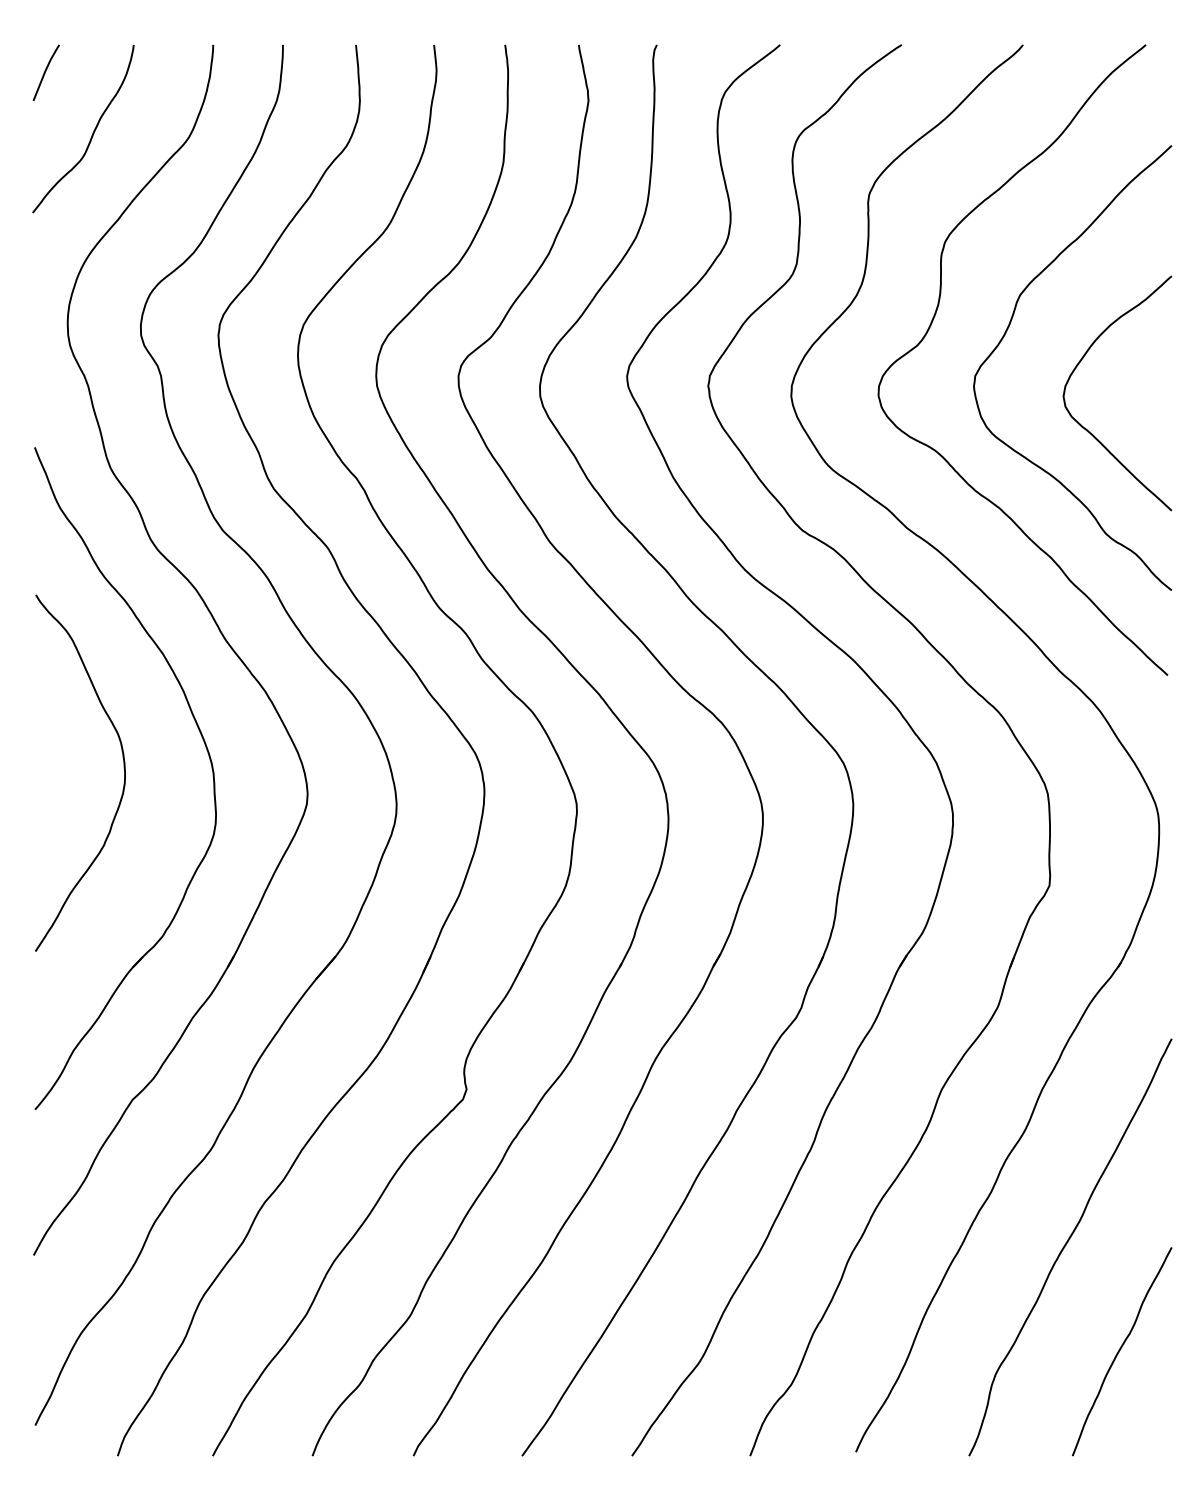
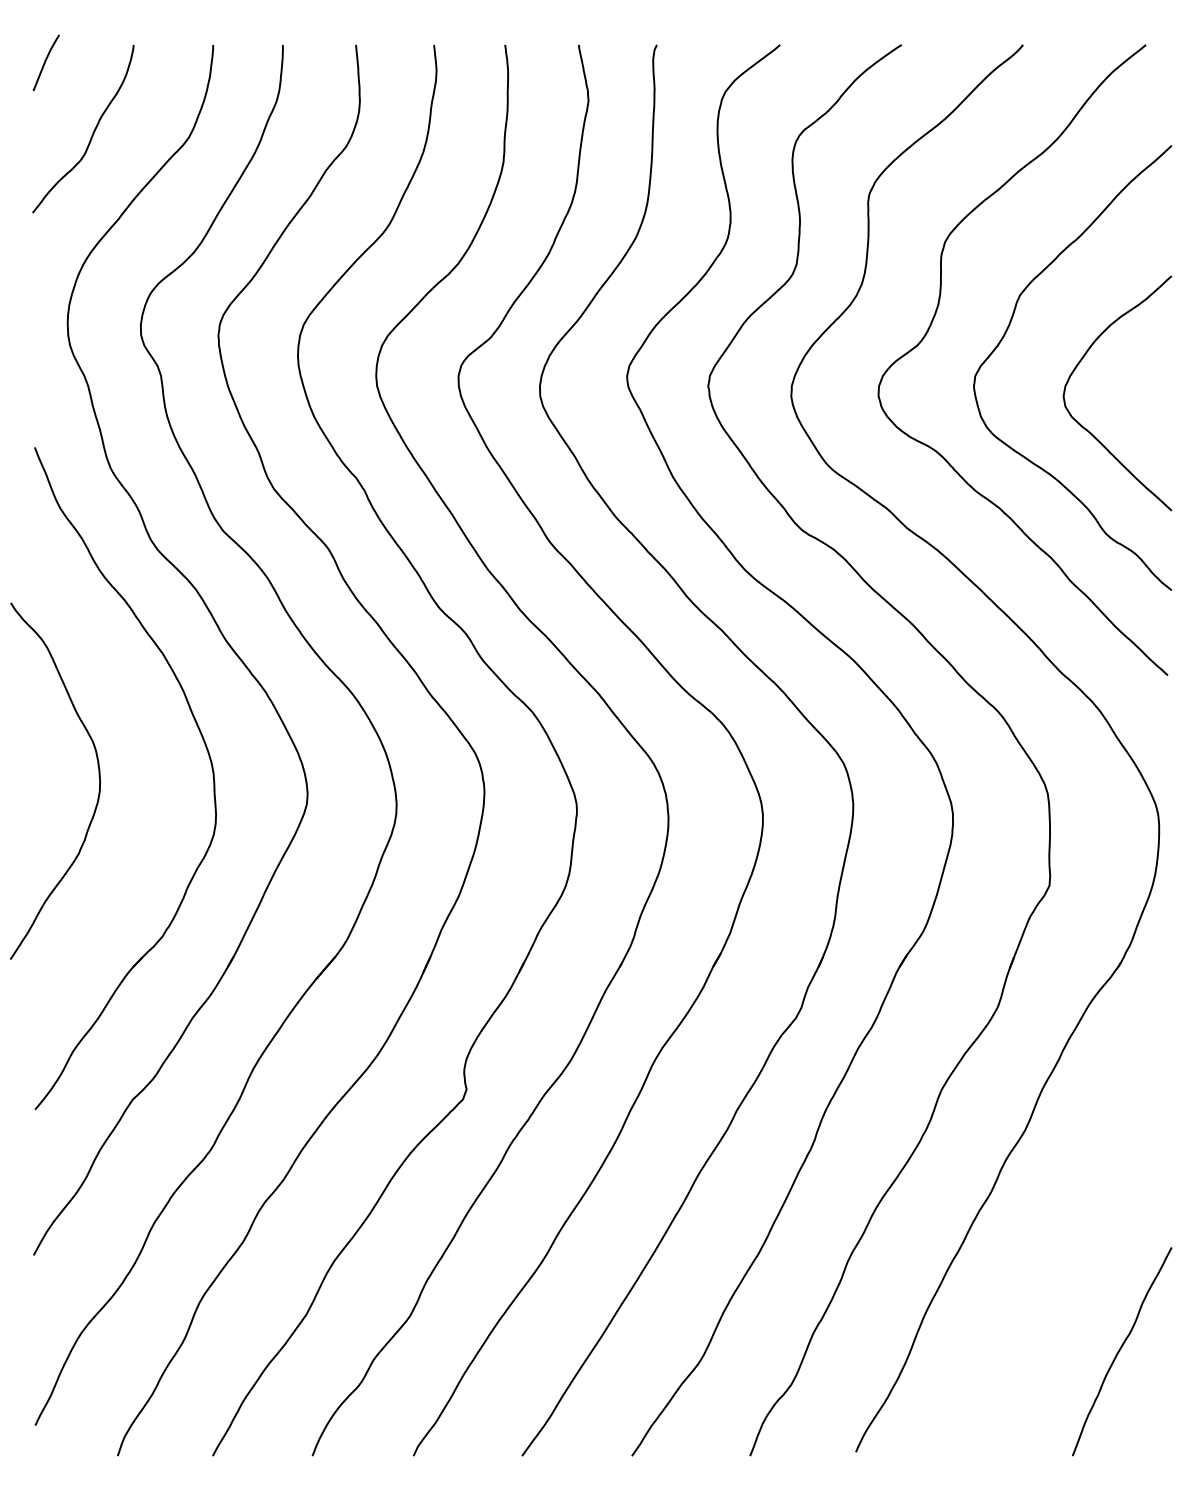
curve at (45, 72) position: (45, 72) -> (45, 62)
curve at (123, 768) position: (123, 768) -> (98, 776)
curve at (1066, 1245): present -> none
